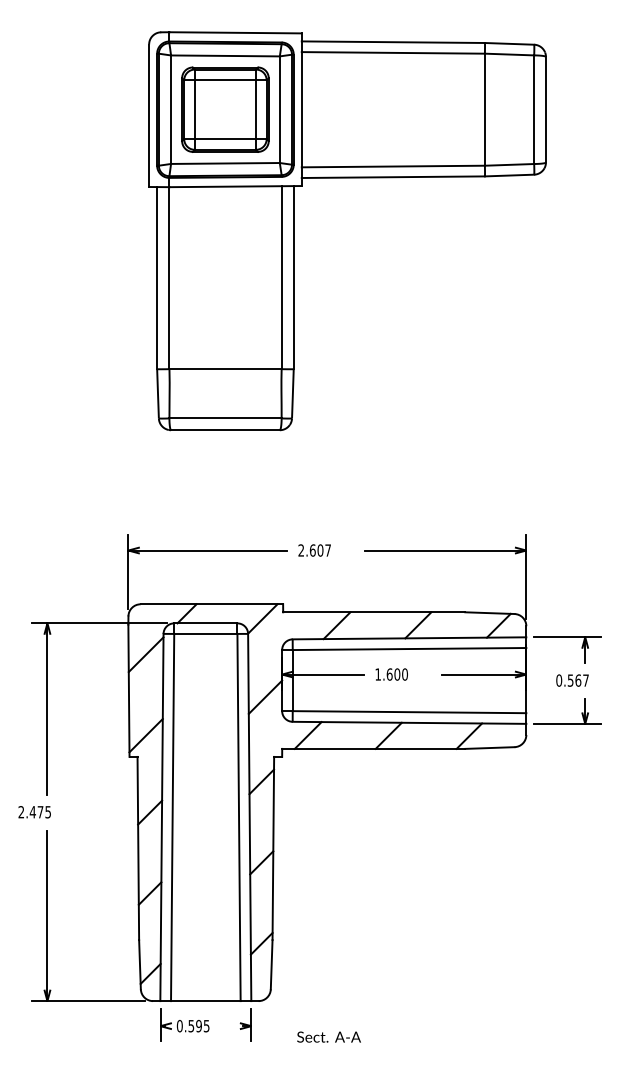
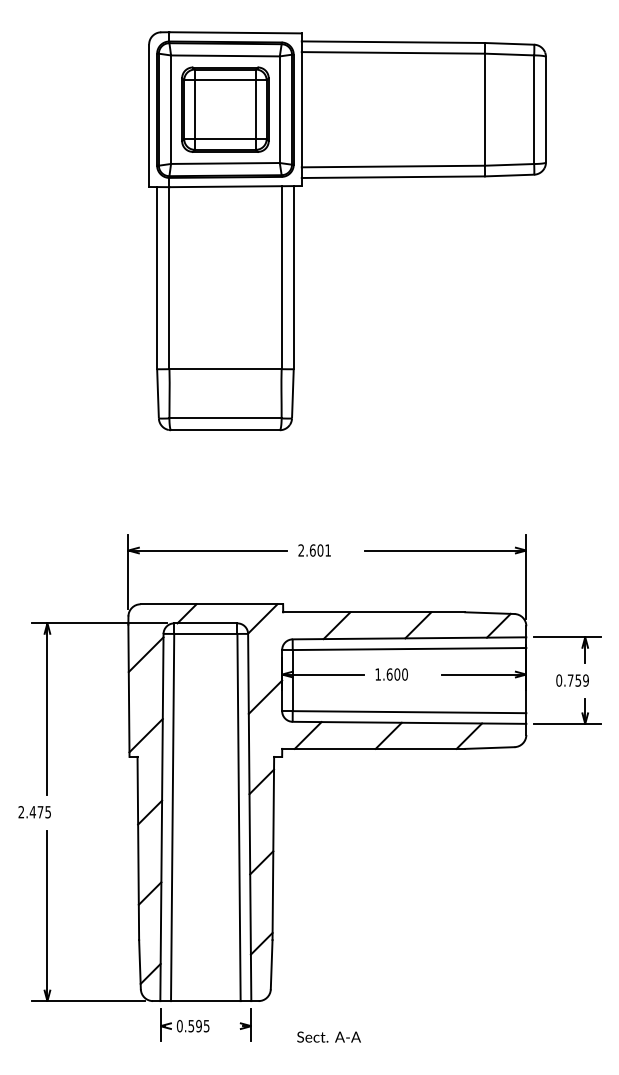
text at (327, 550): 2.607 -> 2.601
text at (577, 680): 0.567 -> 0.759
